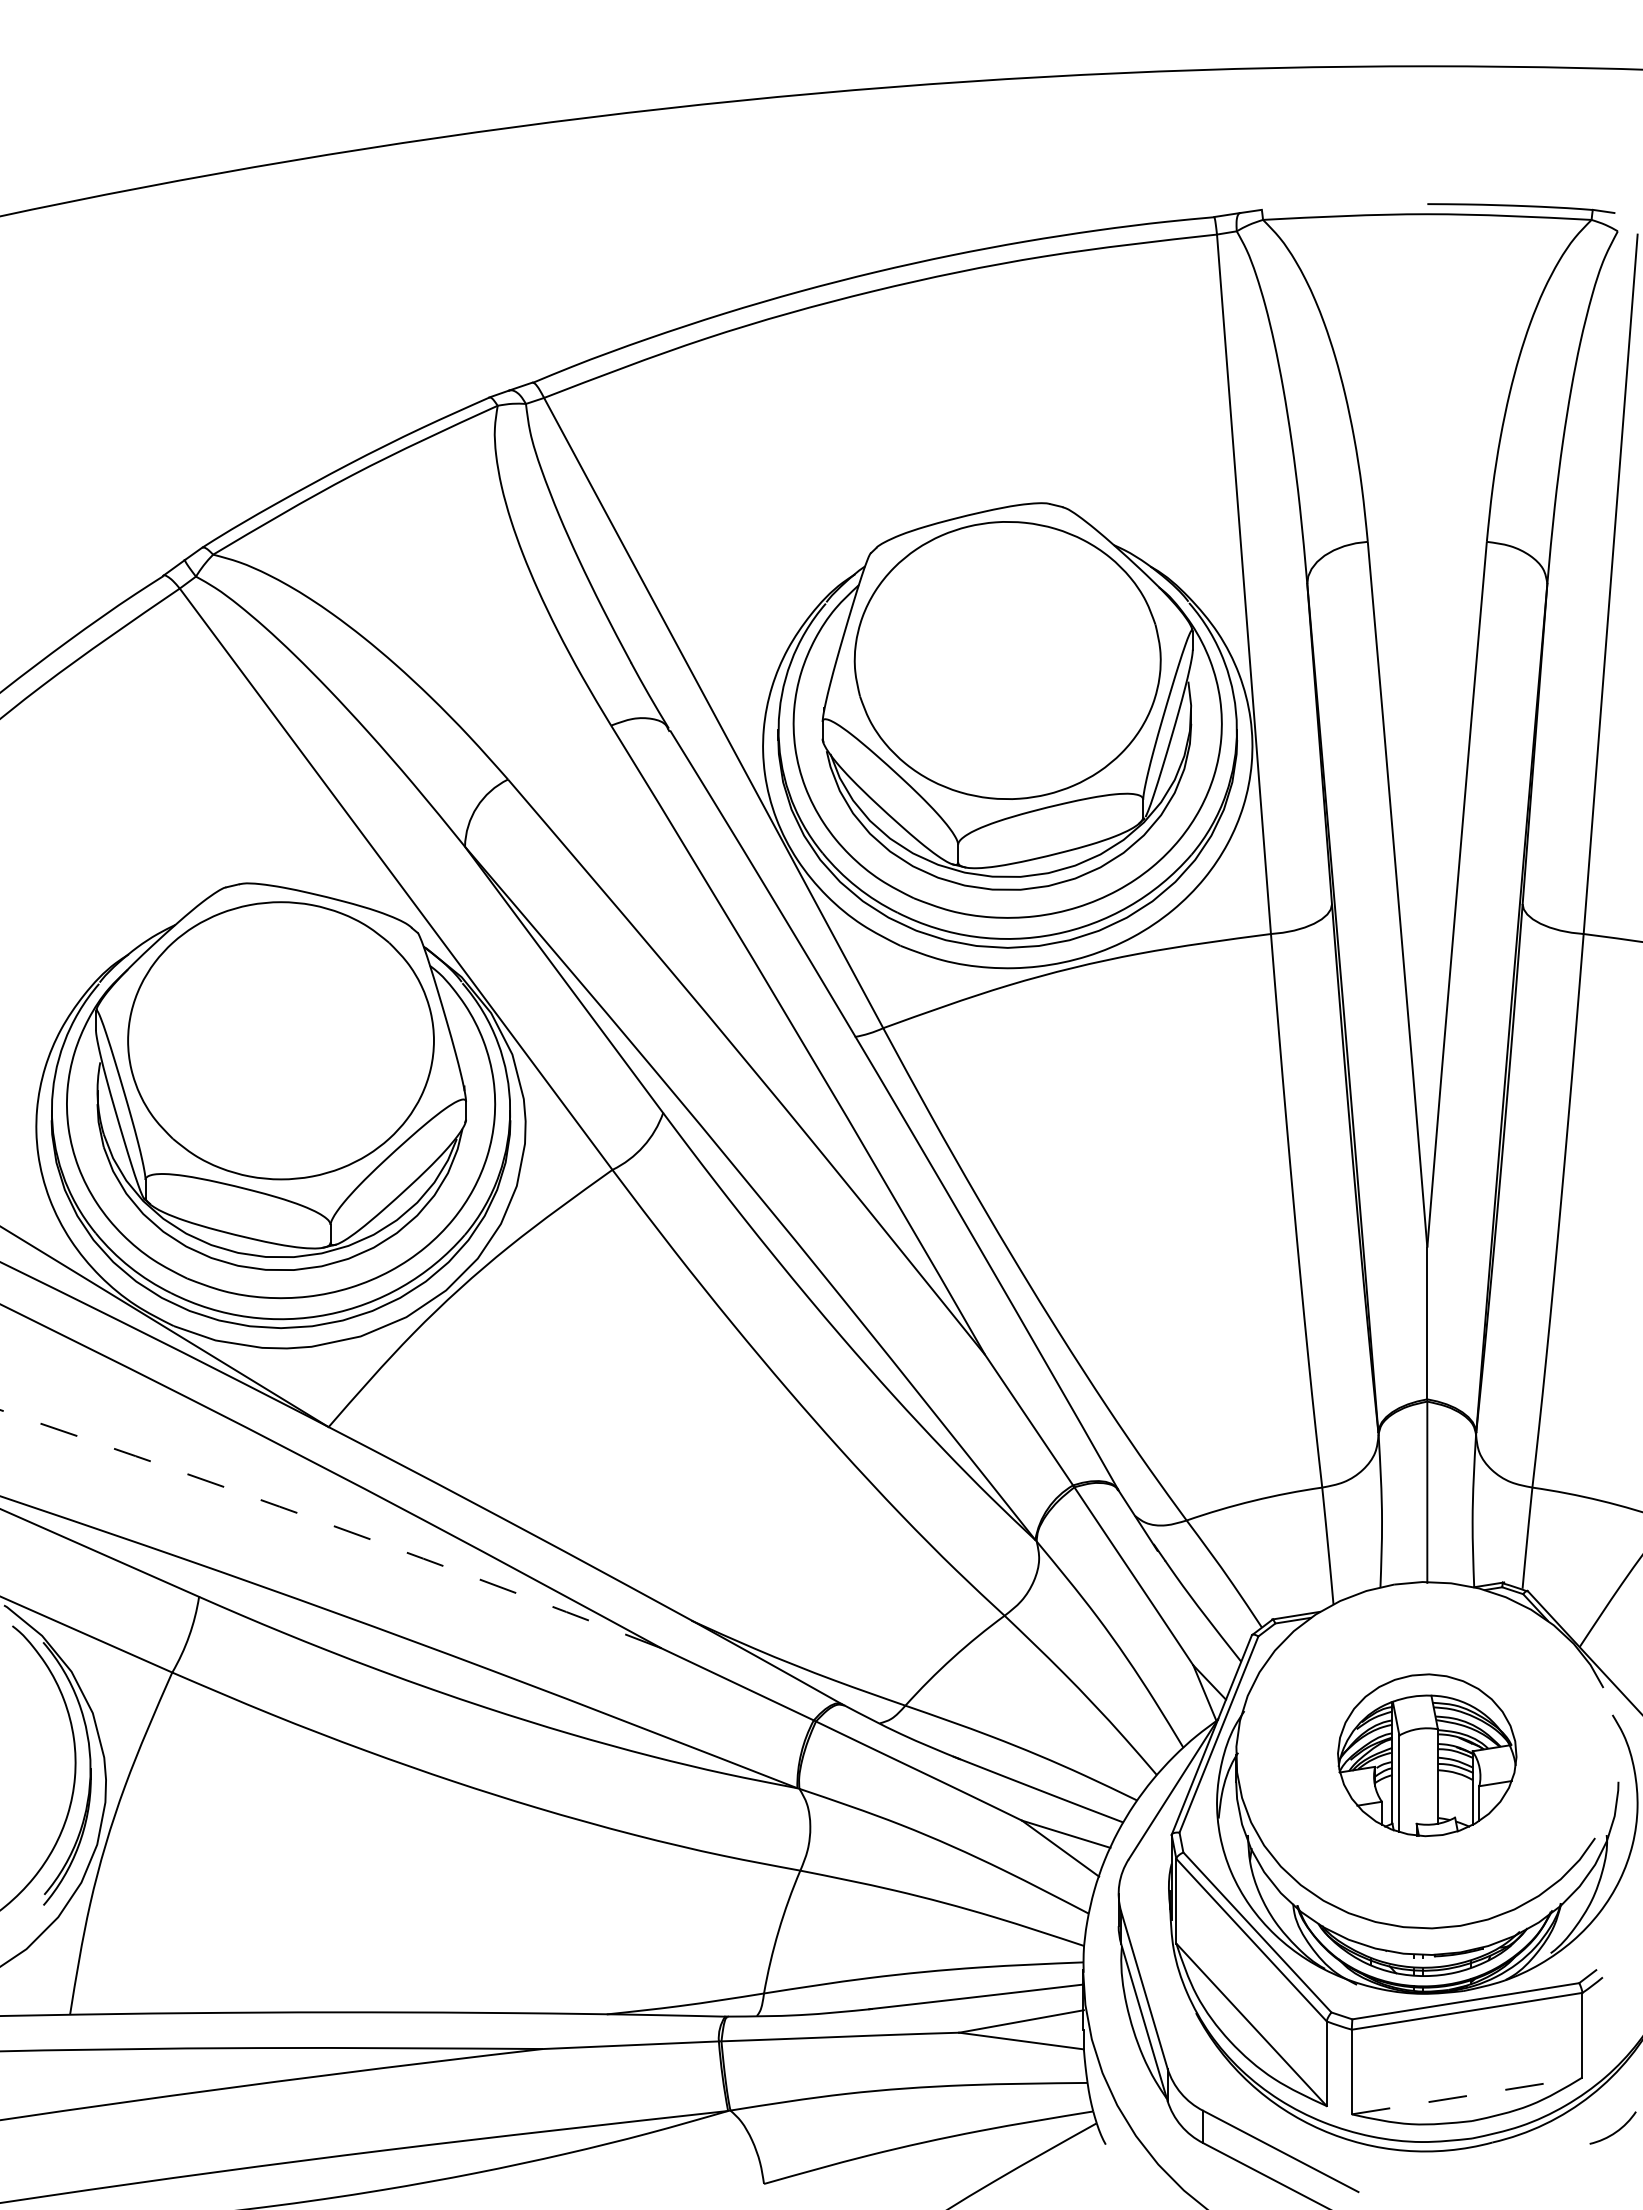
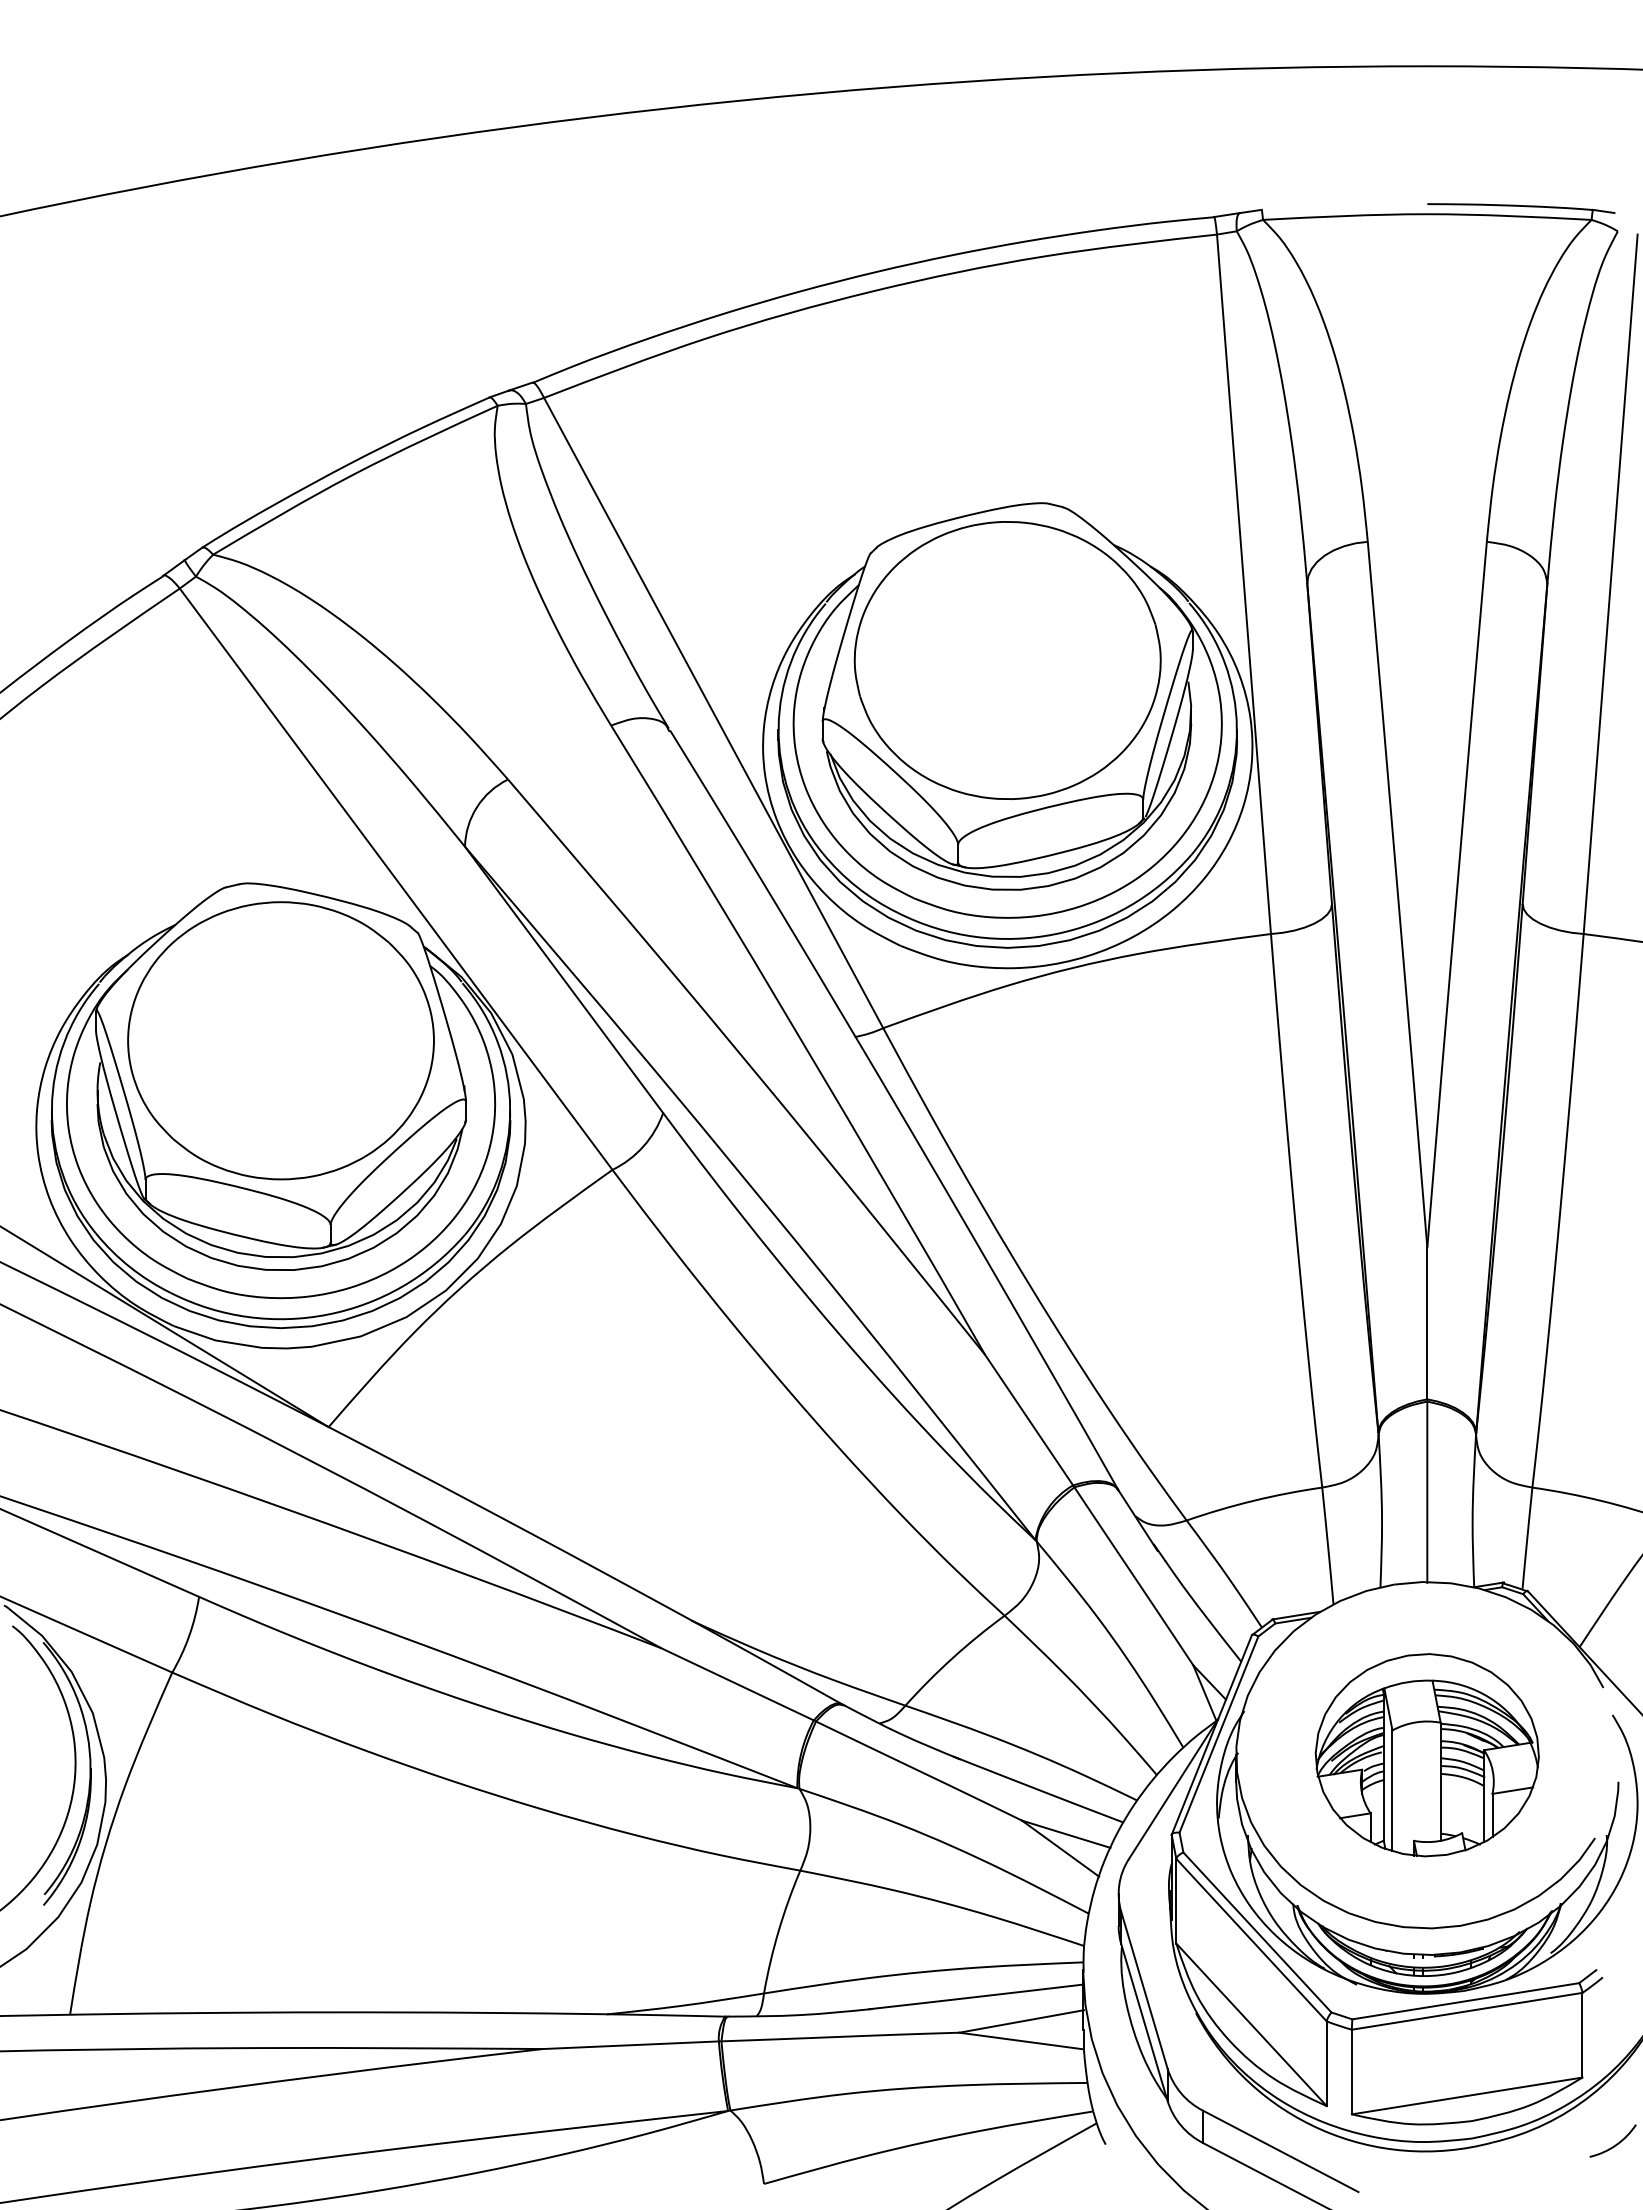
arc at (332, 1525): dashed -> solid
part at (1427, 1755) size: 181x165 px -> 226x205 px
line at (1467, 2095): dashed -> solid
arc at (1616, 2130) position: (1616, 2130) -> (1616, 2143)
